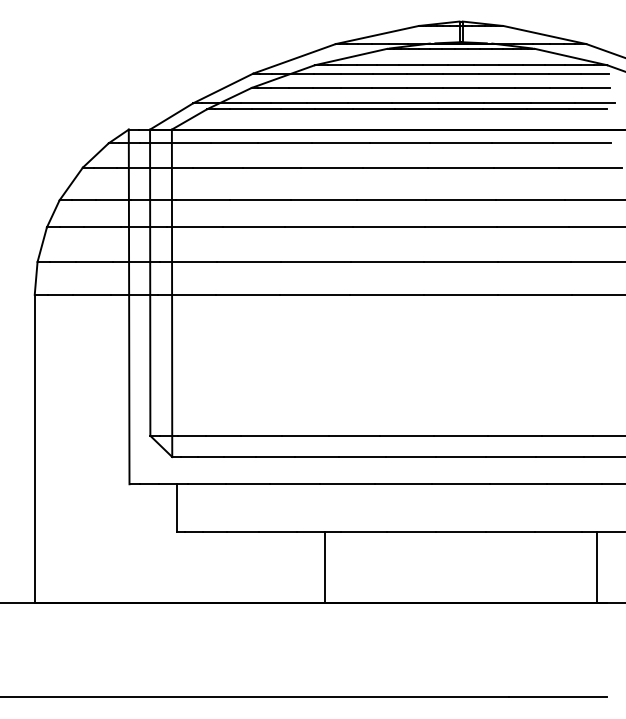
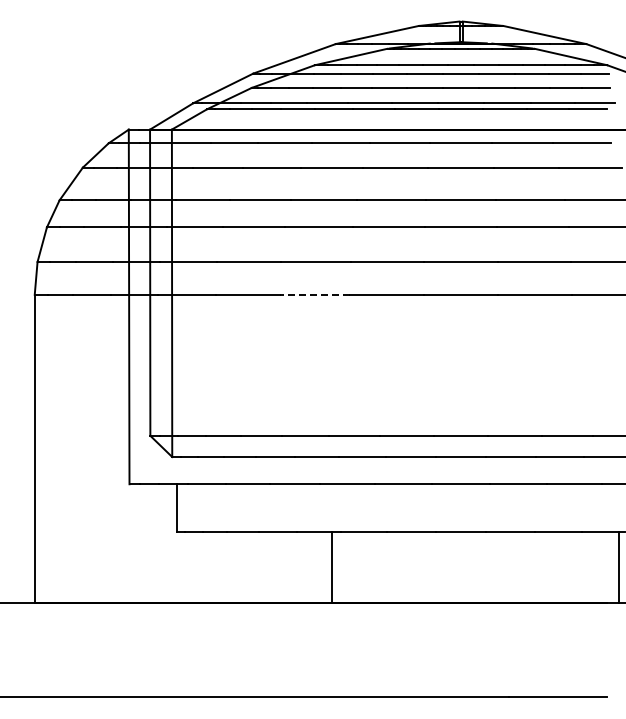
line at (314, 294): solid -> dashed
line at (325, 566) position: (325, 566) -> (332, 566)
line at (596, 566) position: (596, 566) -> (618, 566)
